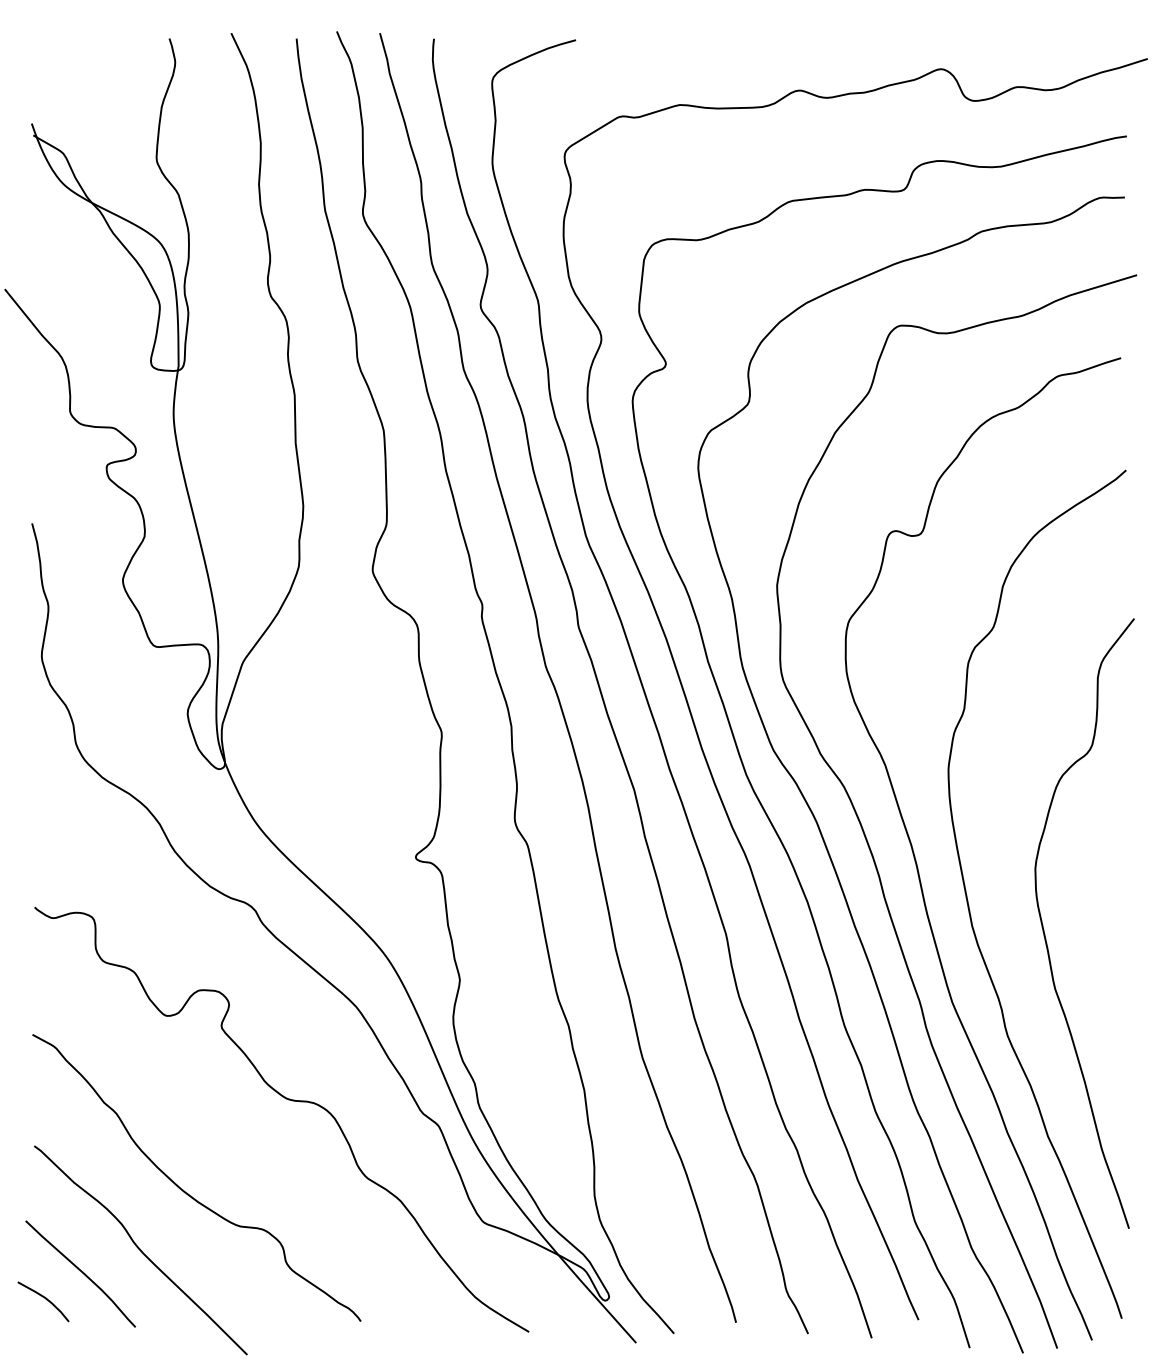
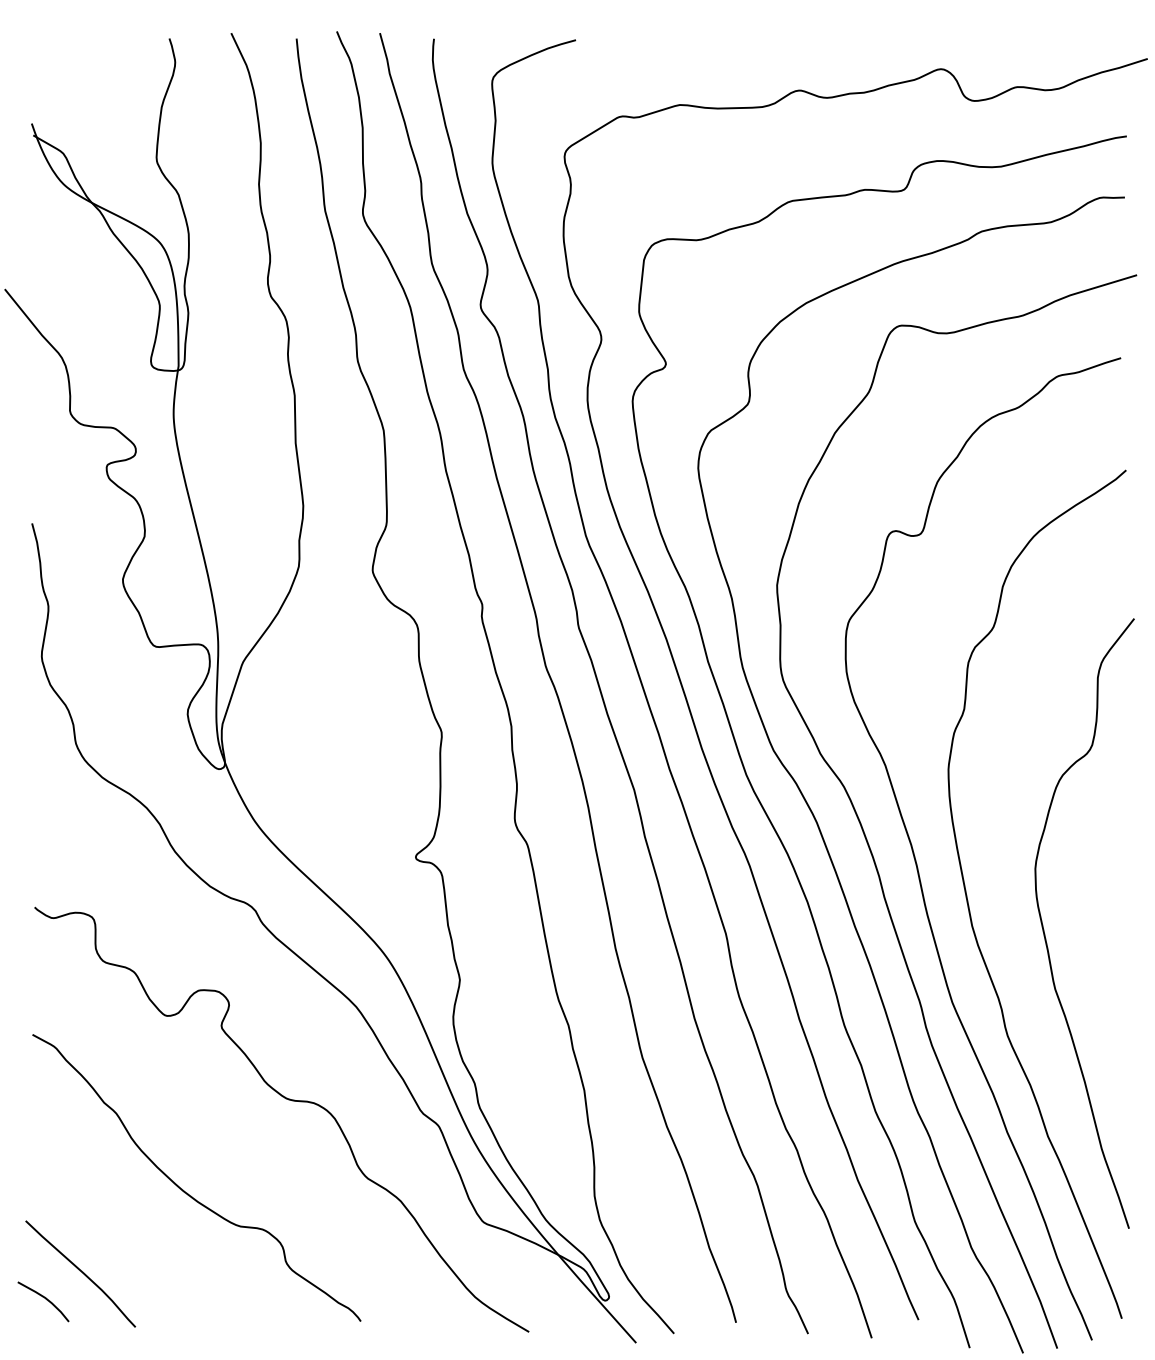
curve at (140, 1250): present -> none
